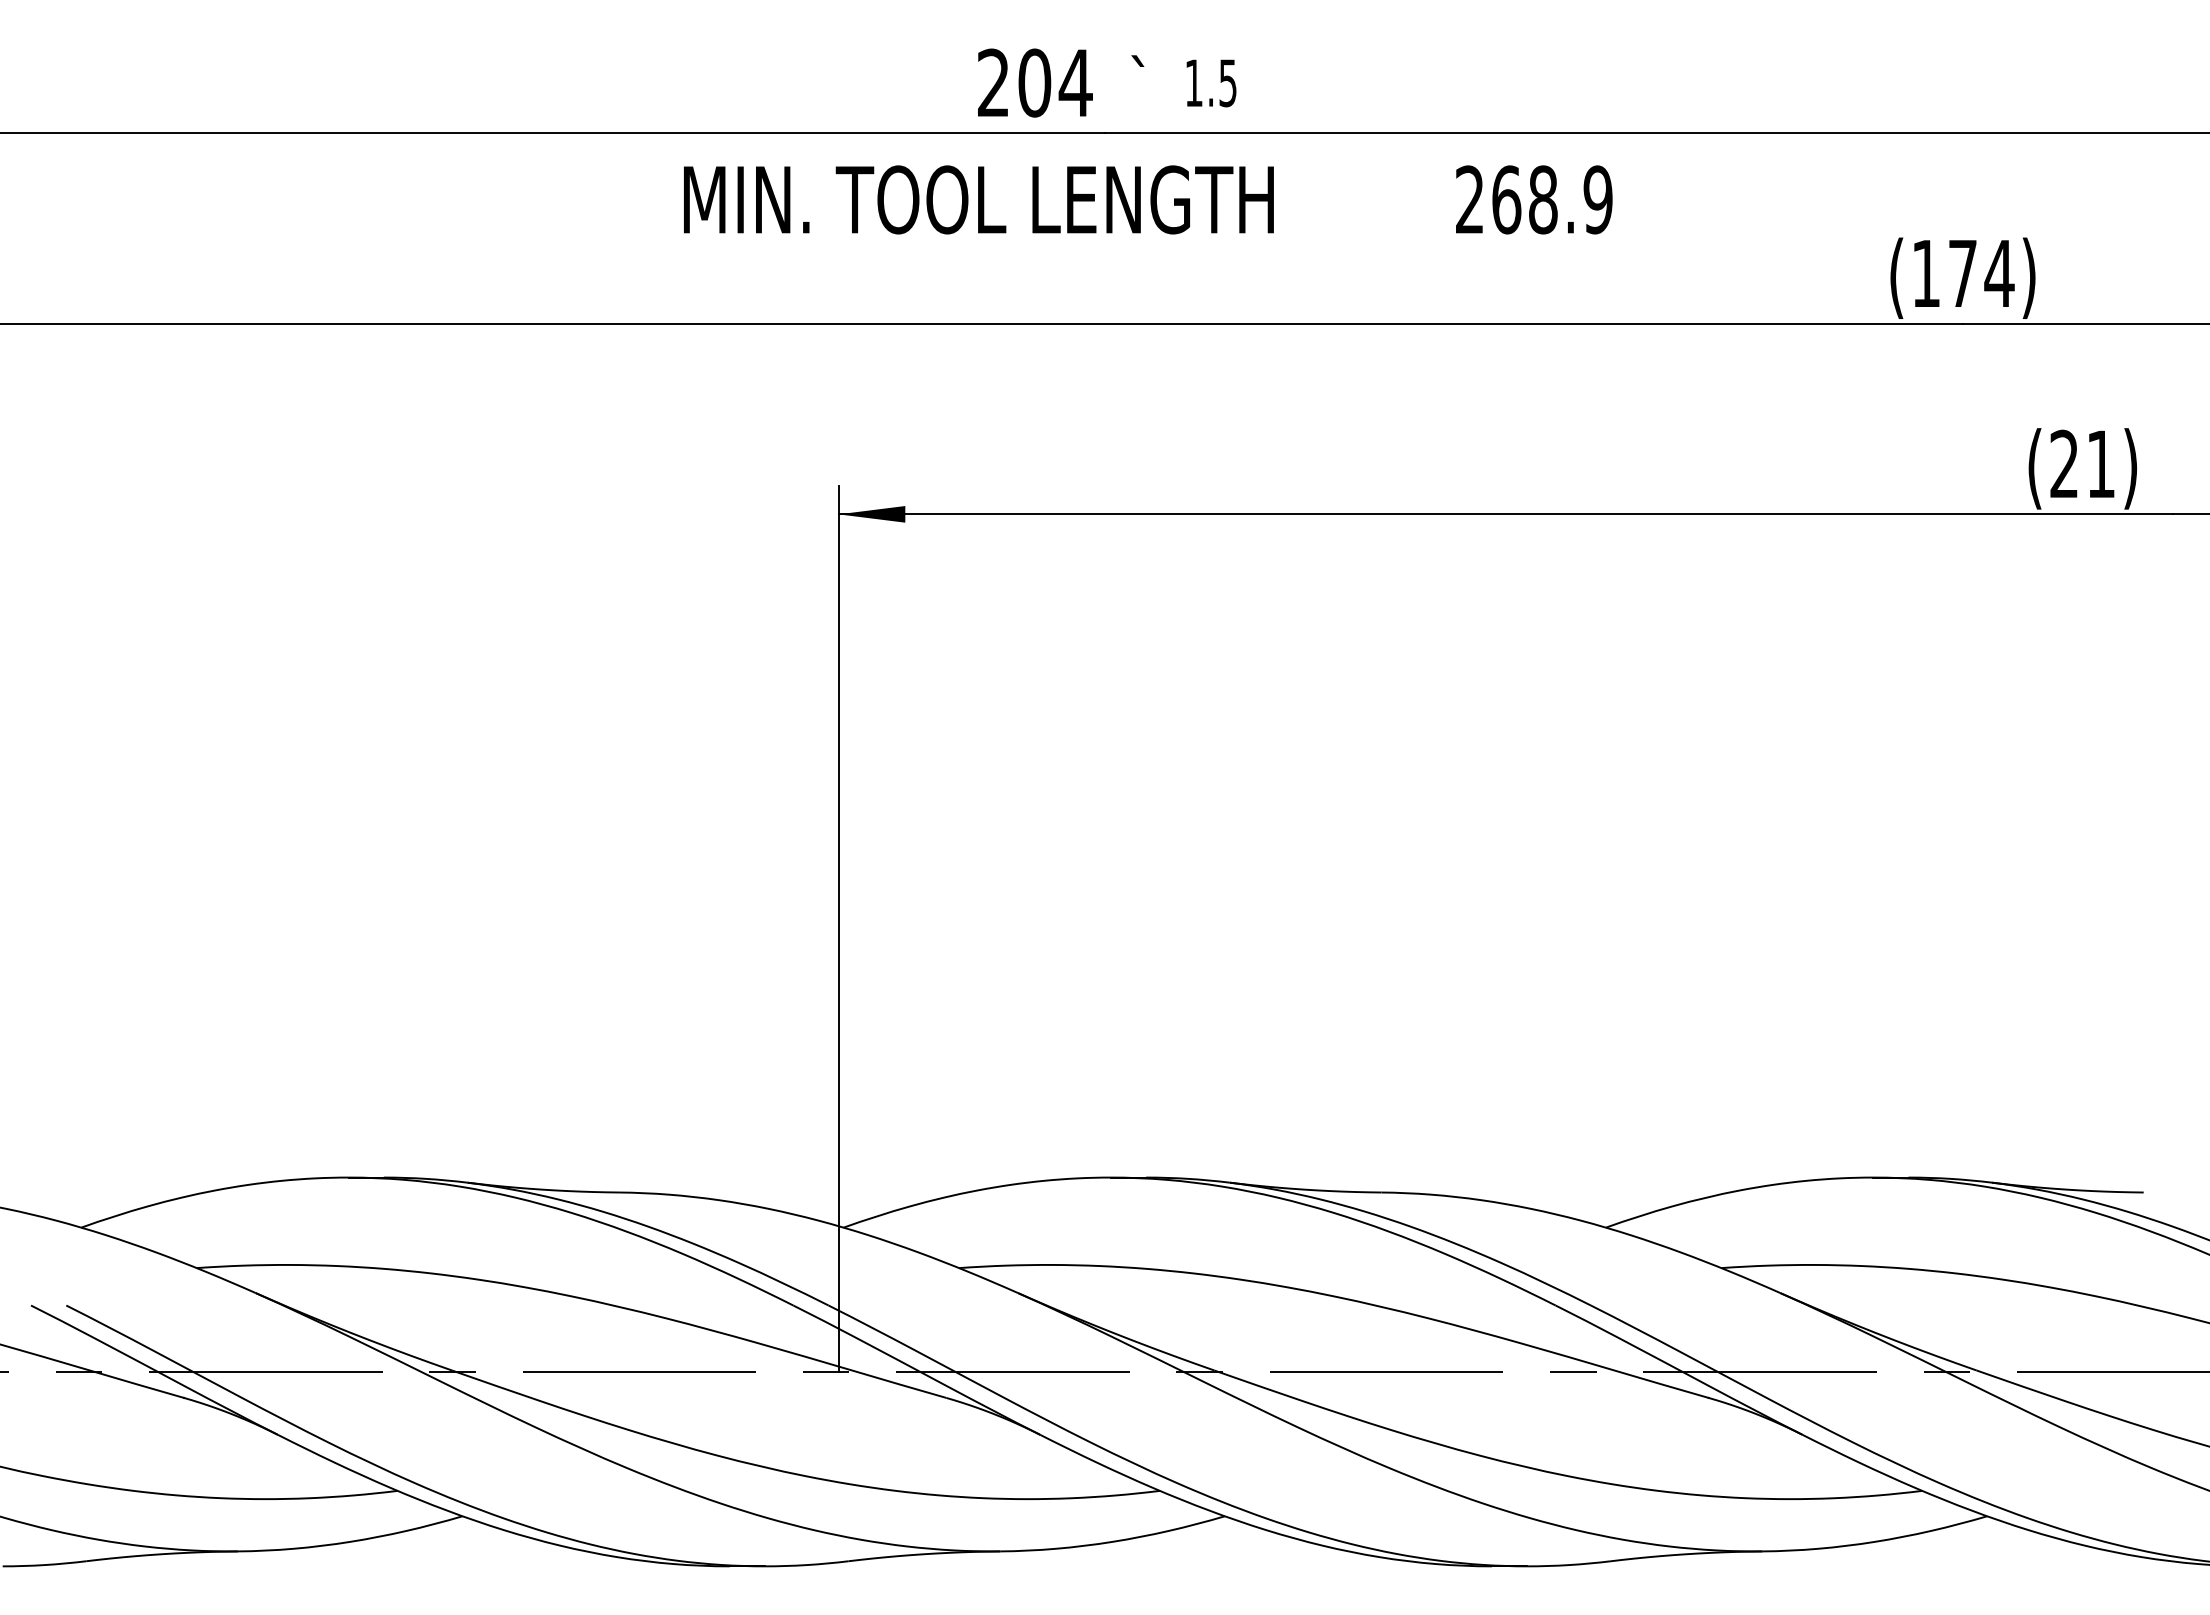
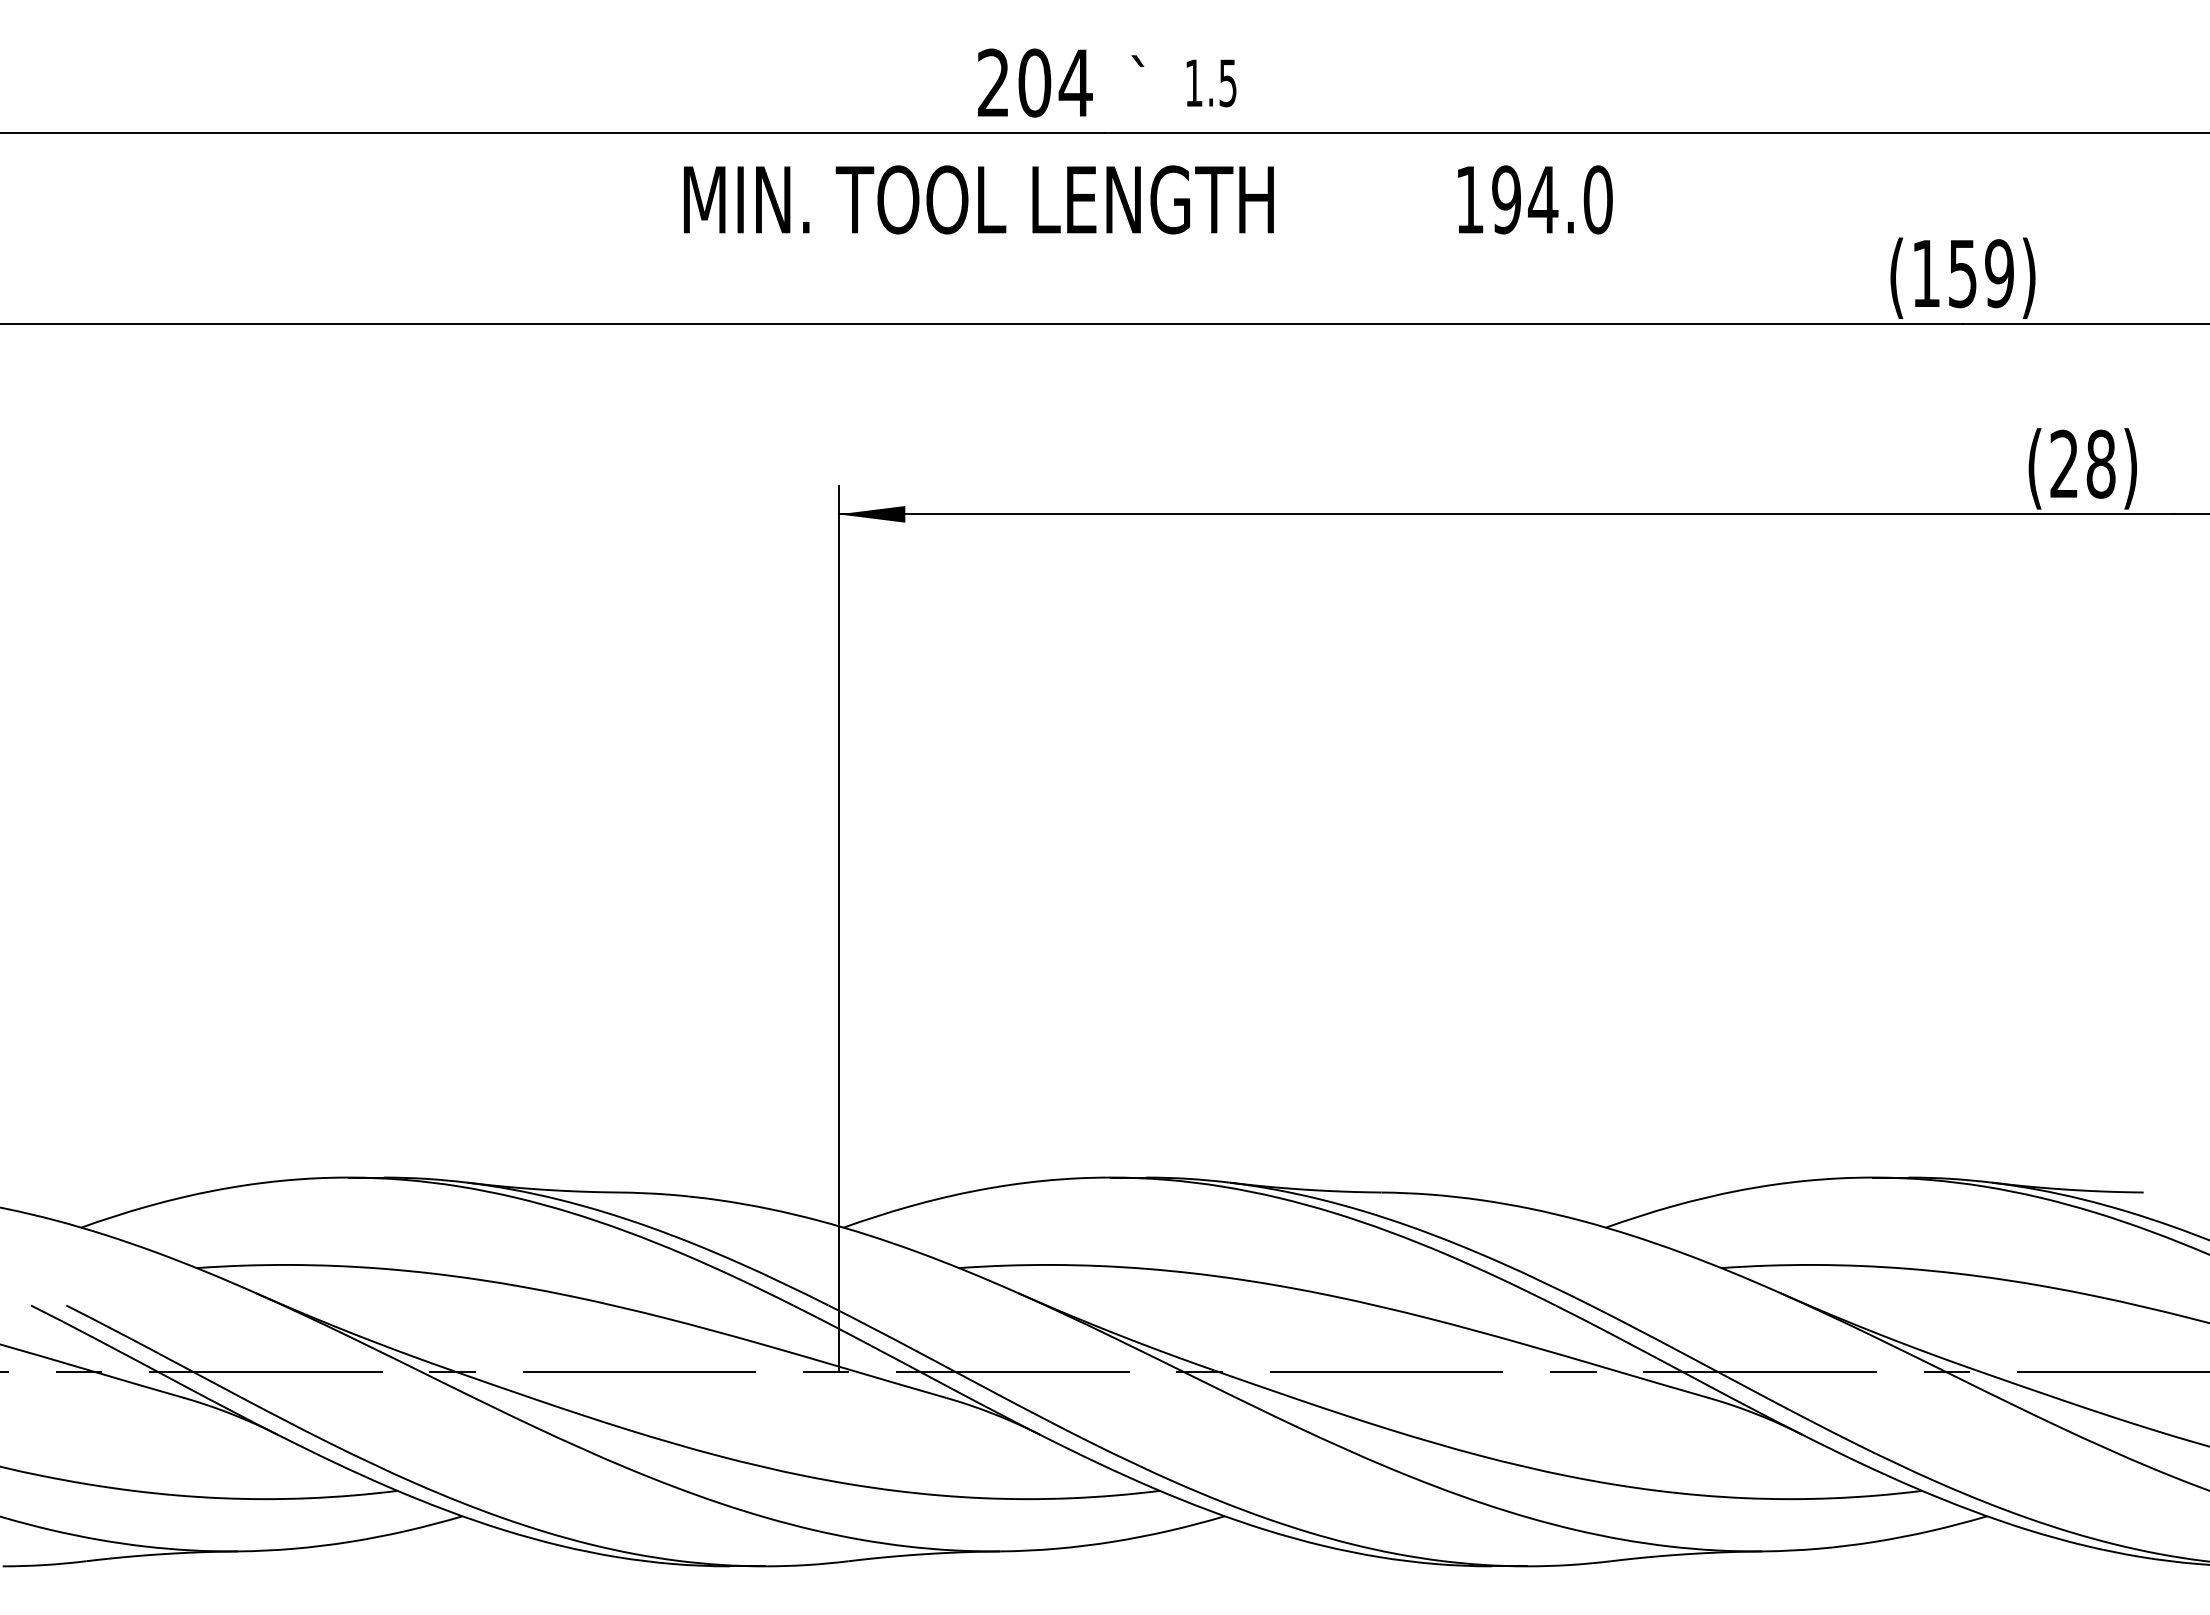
text at (1534, 199): 268.9 -> 194.0
text at (1981, 273): (174) -> (159)
text at (2100, 463): (21) -> (28)
